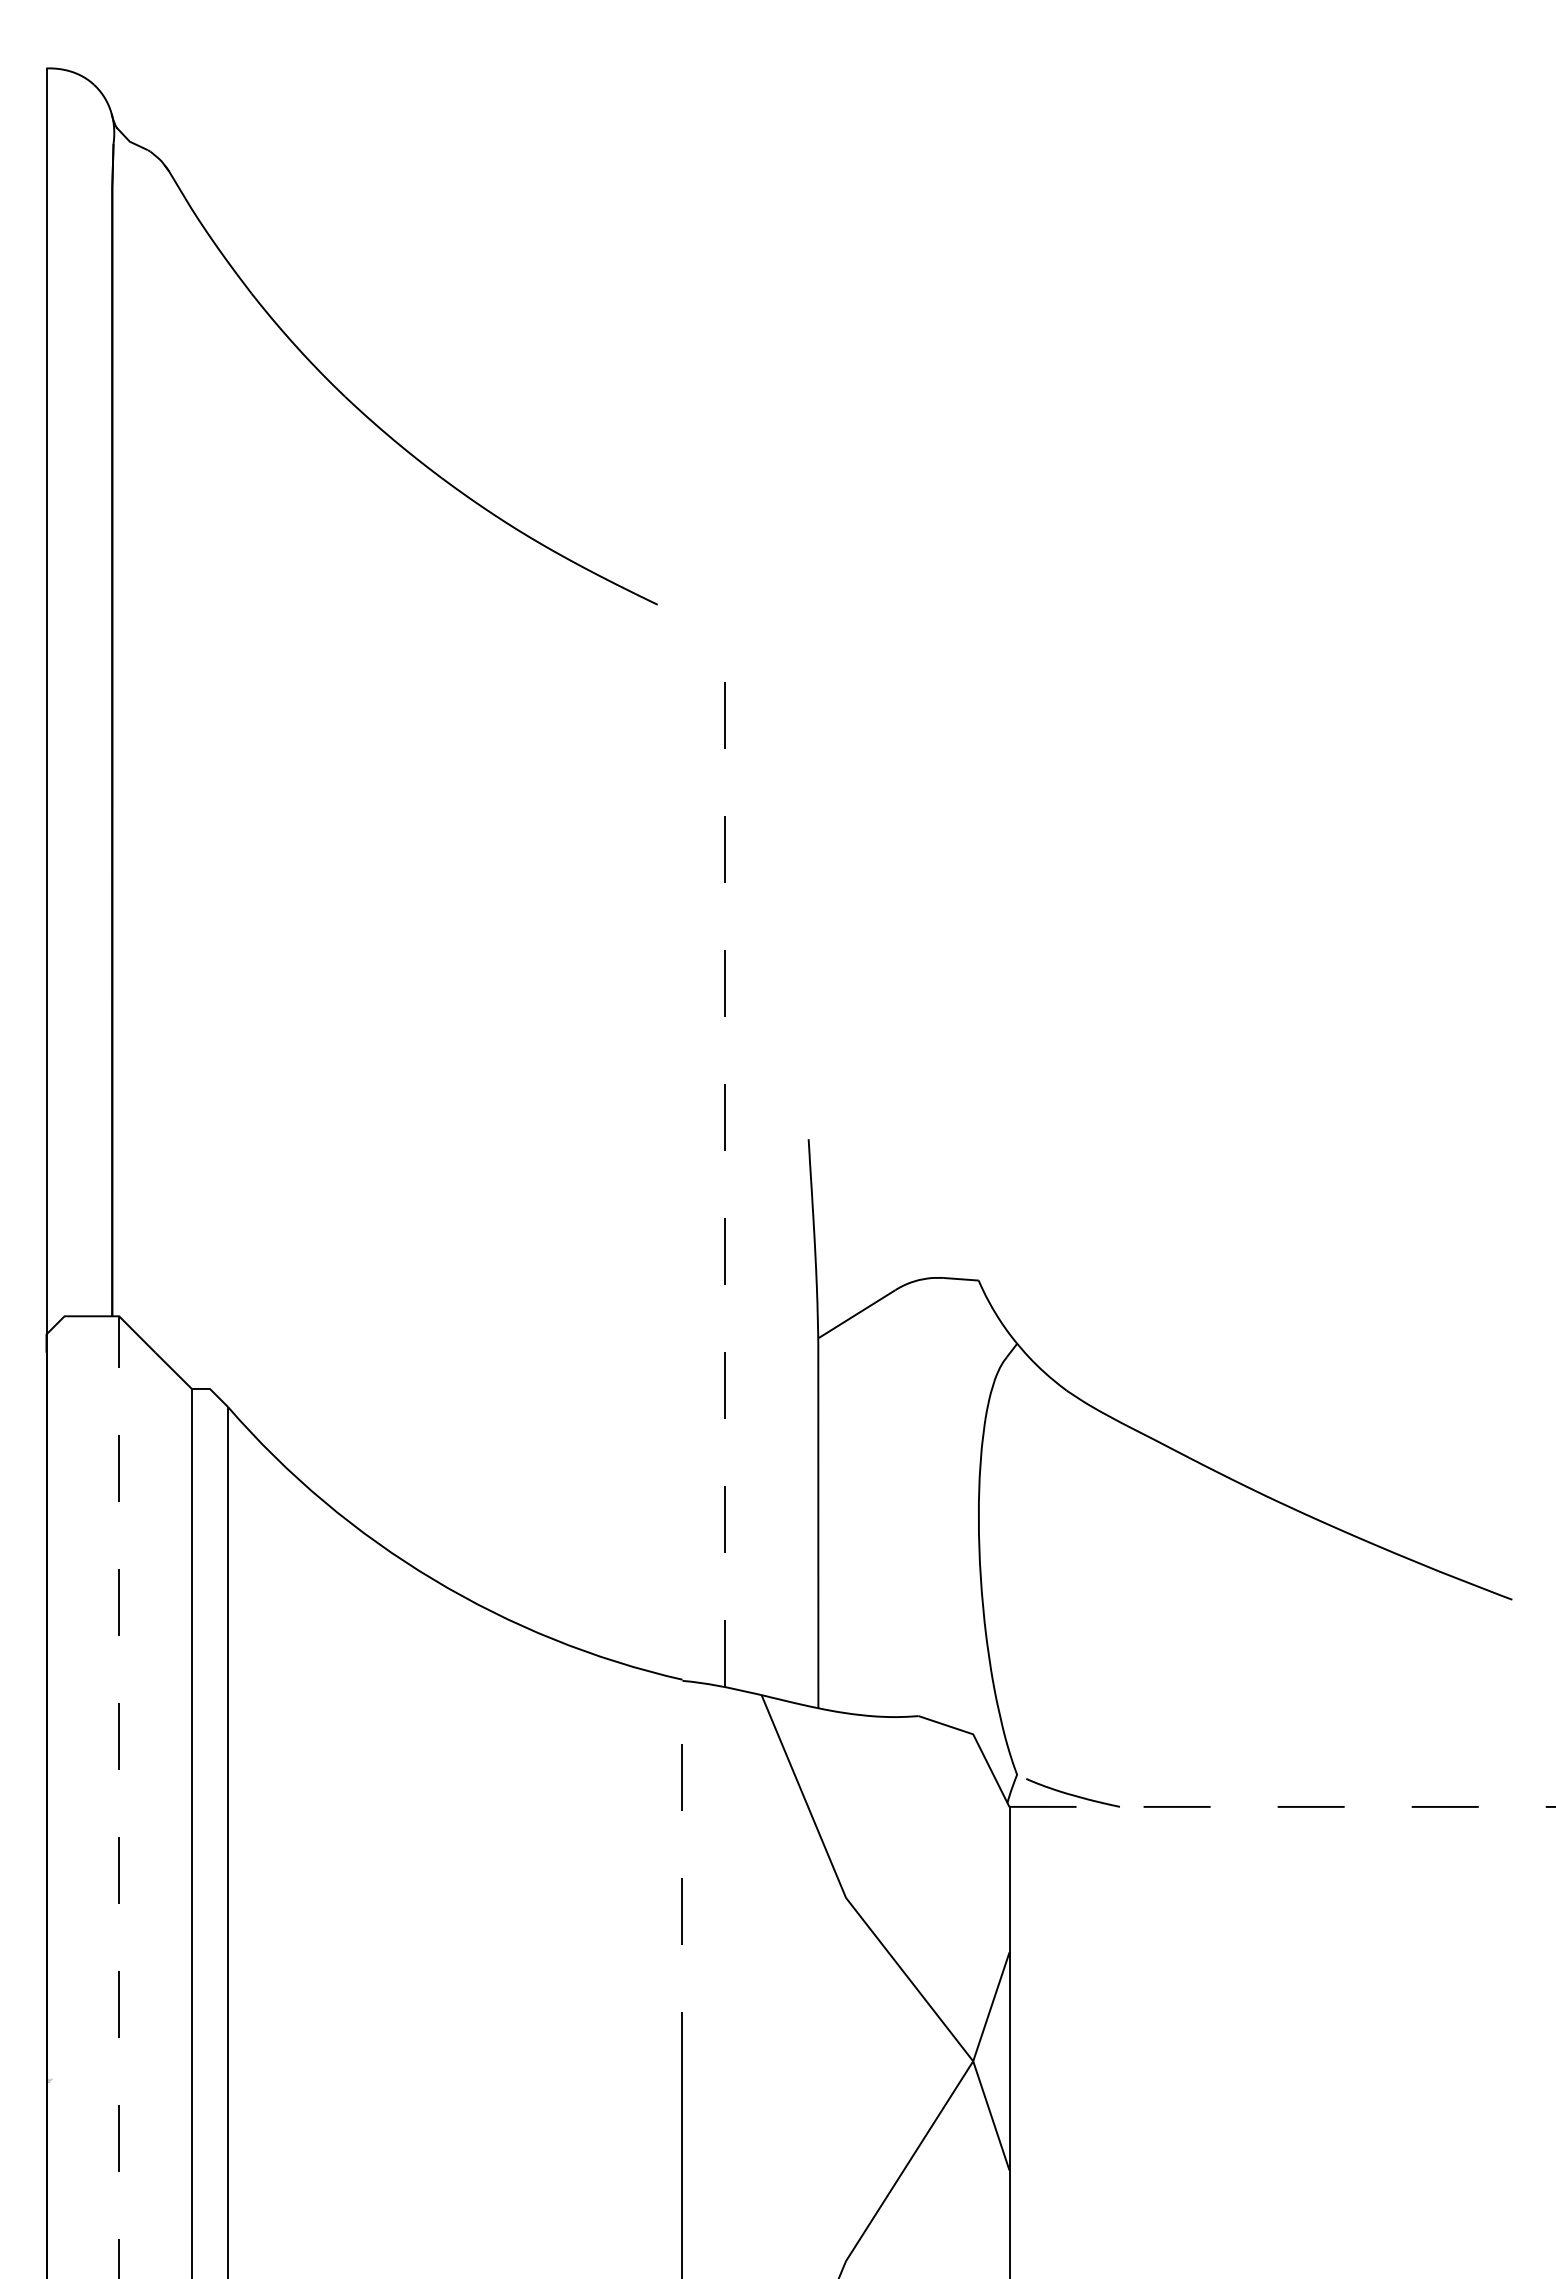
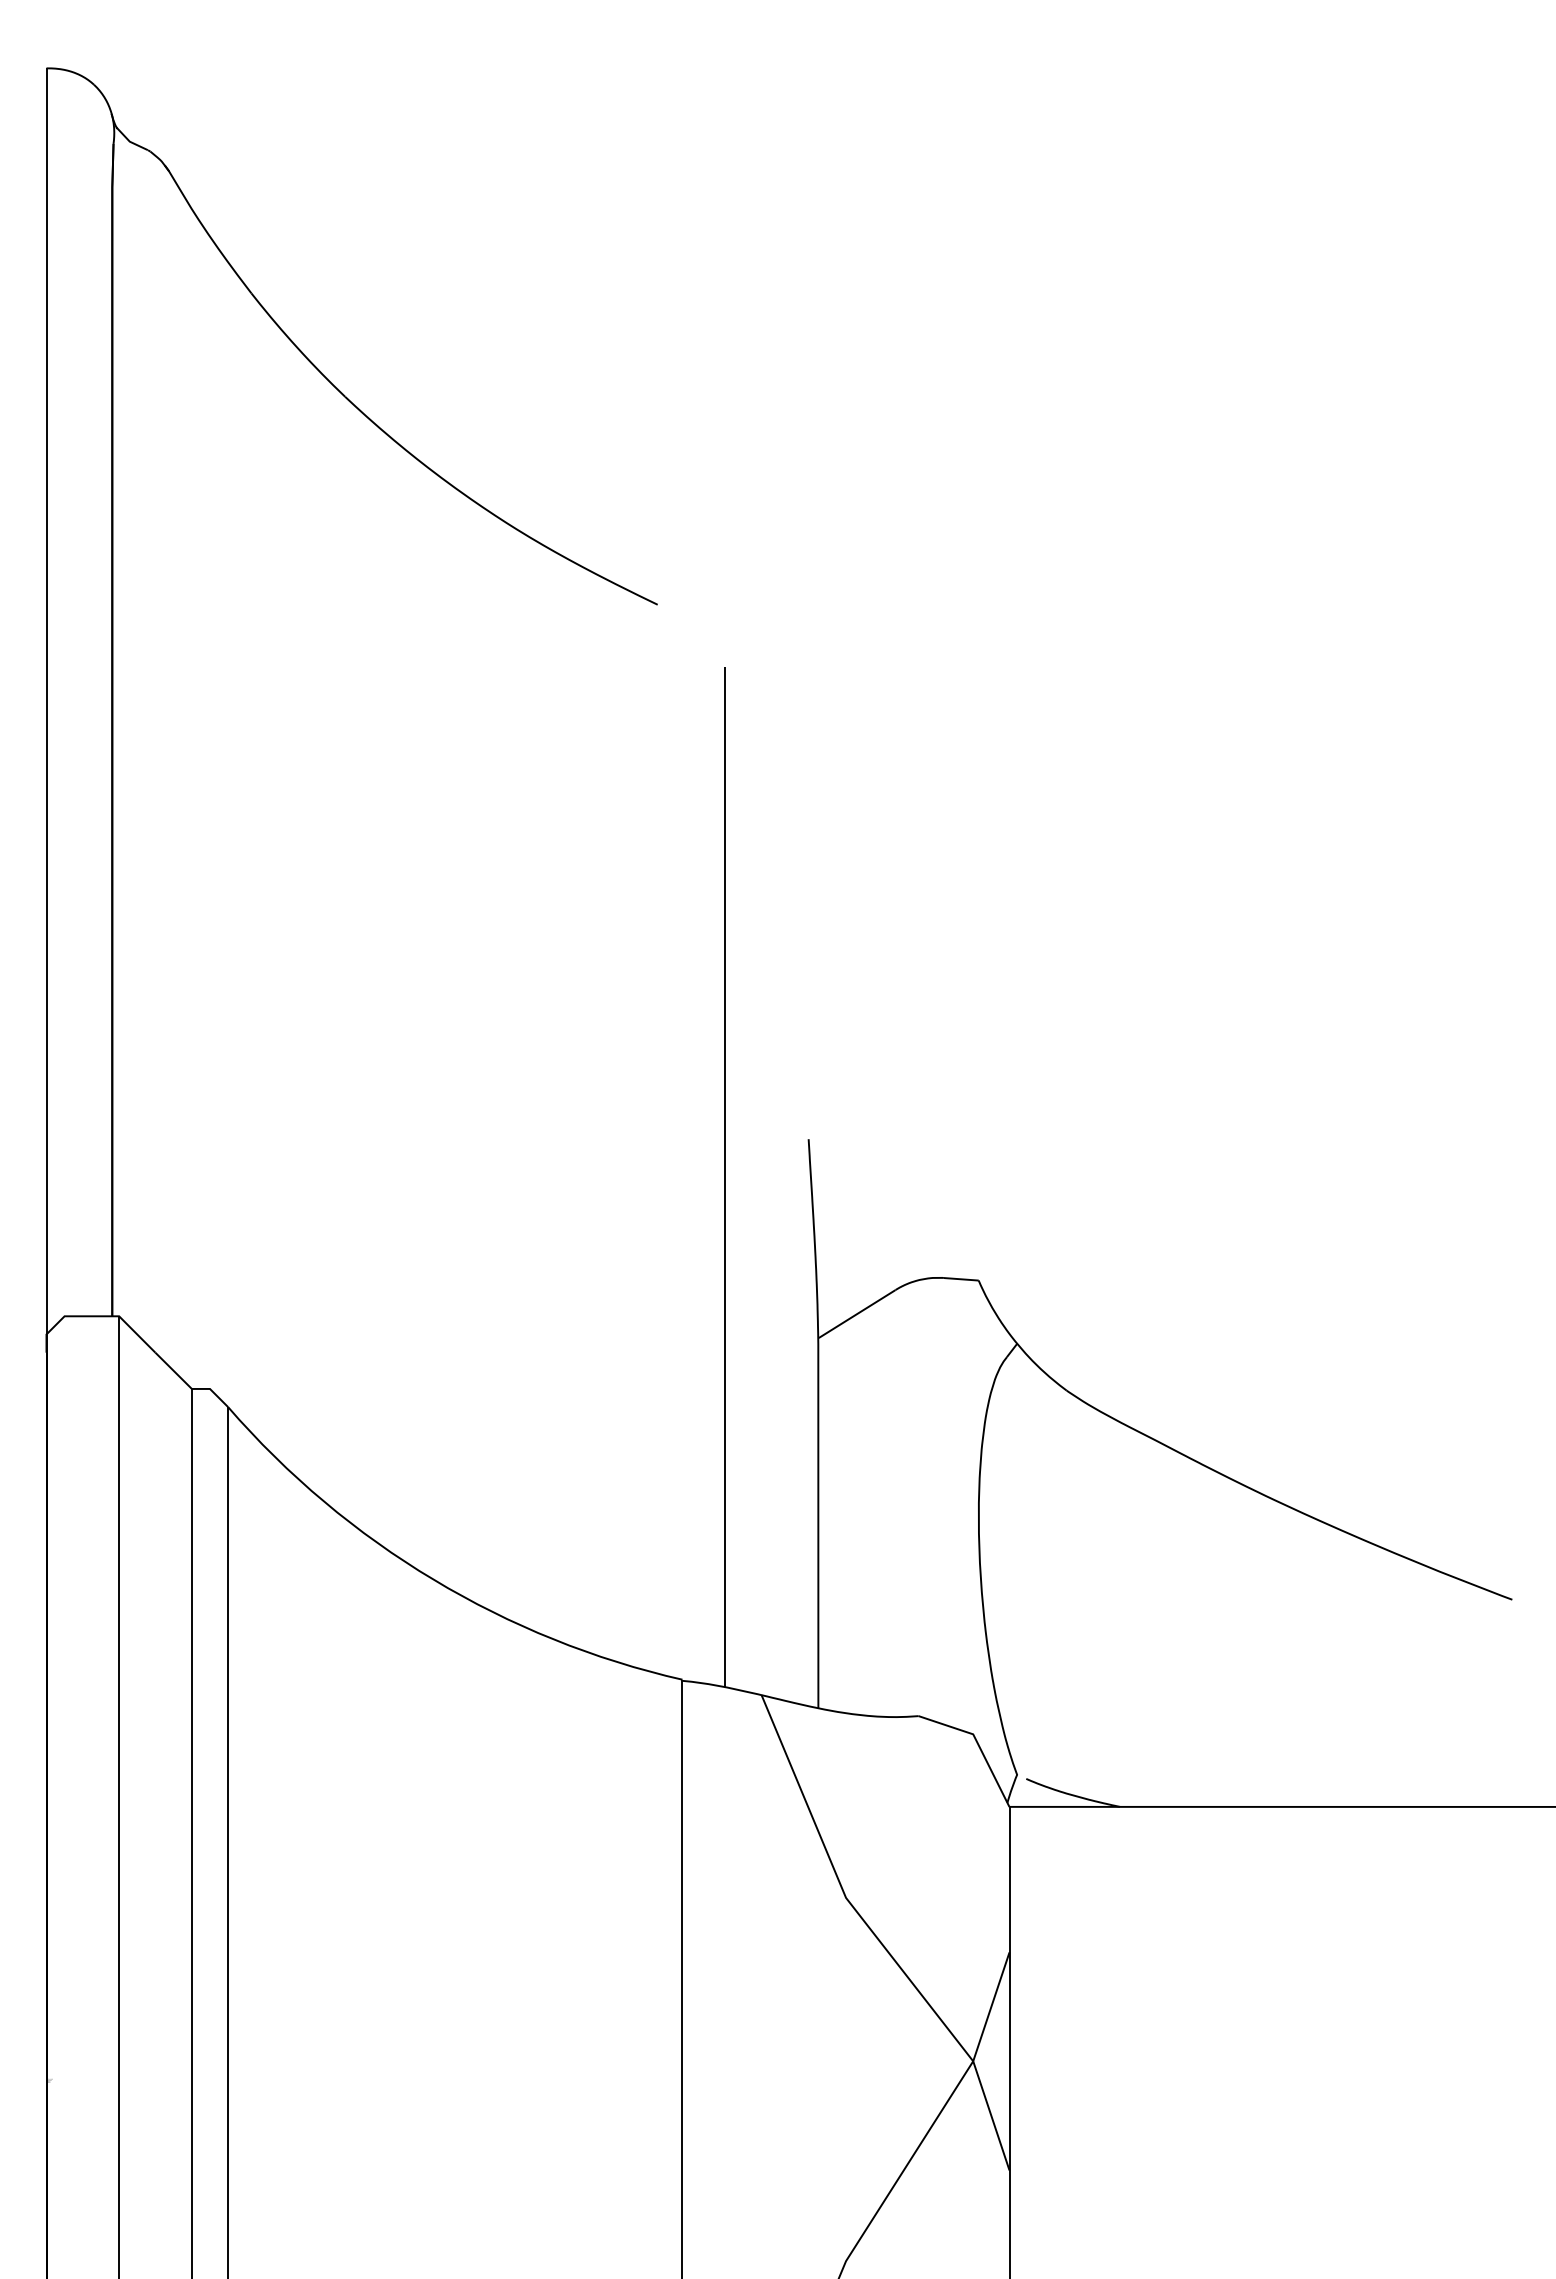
line at (725, 1176): dashed -> solid
line at (119, 1797): dashed -> solid
line at (1282, 1806): dashed -> solid
line at (682, 1879): dashed -> solid
